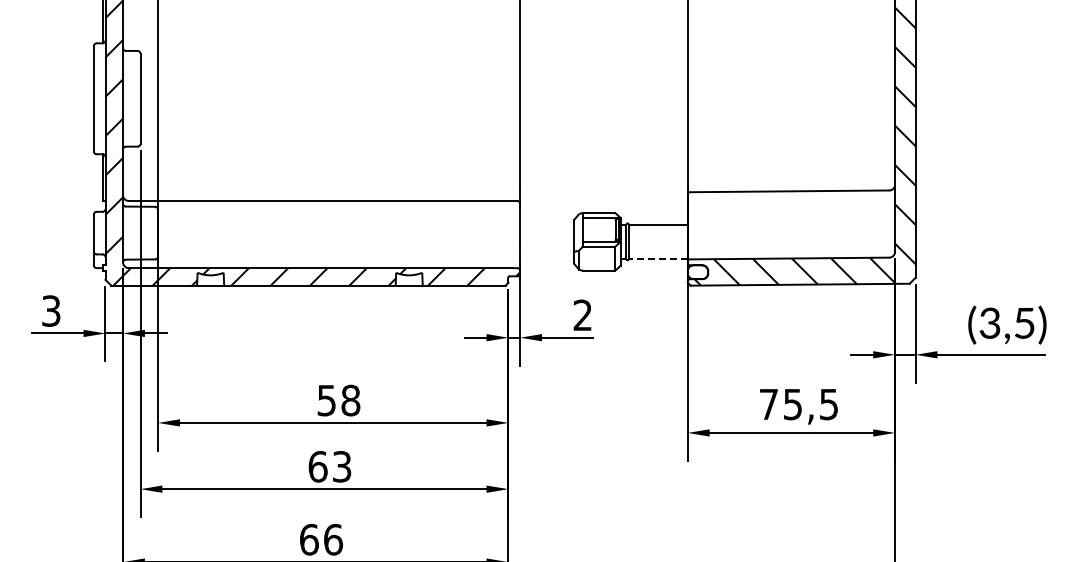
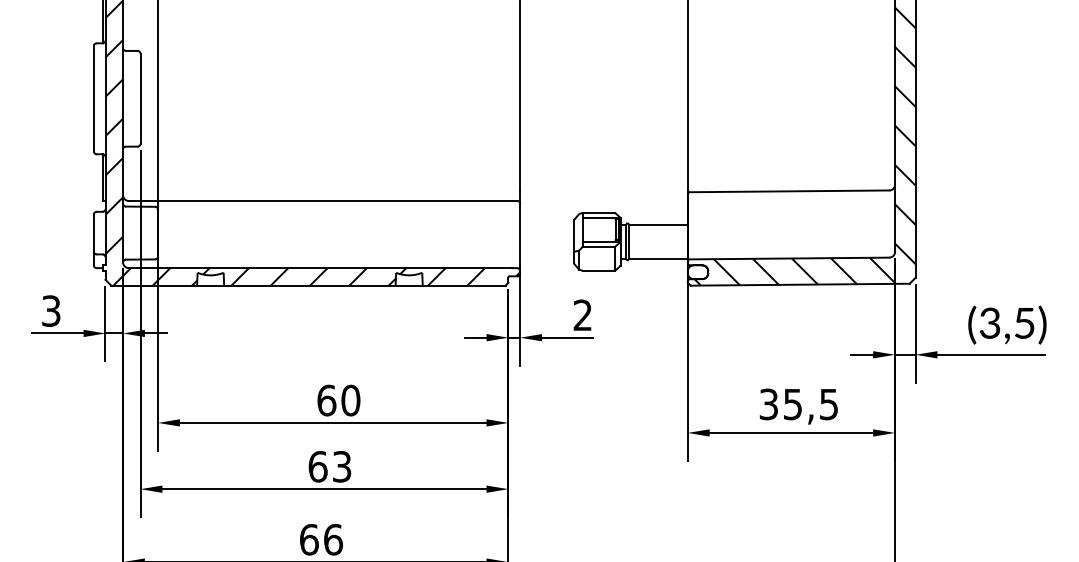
line at (657, 258): dashed -> solid
text at (338, 400): 58 -> 60
text at (768, 404): 75,5 -> 35,5
